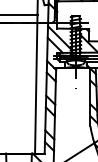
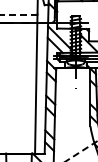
line at (18, 14): solid -> dashed
line at (81, 151): solid -> dashed
